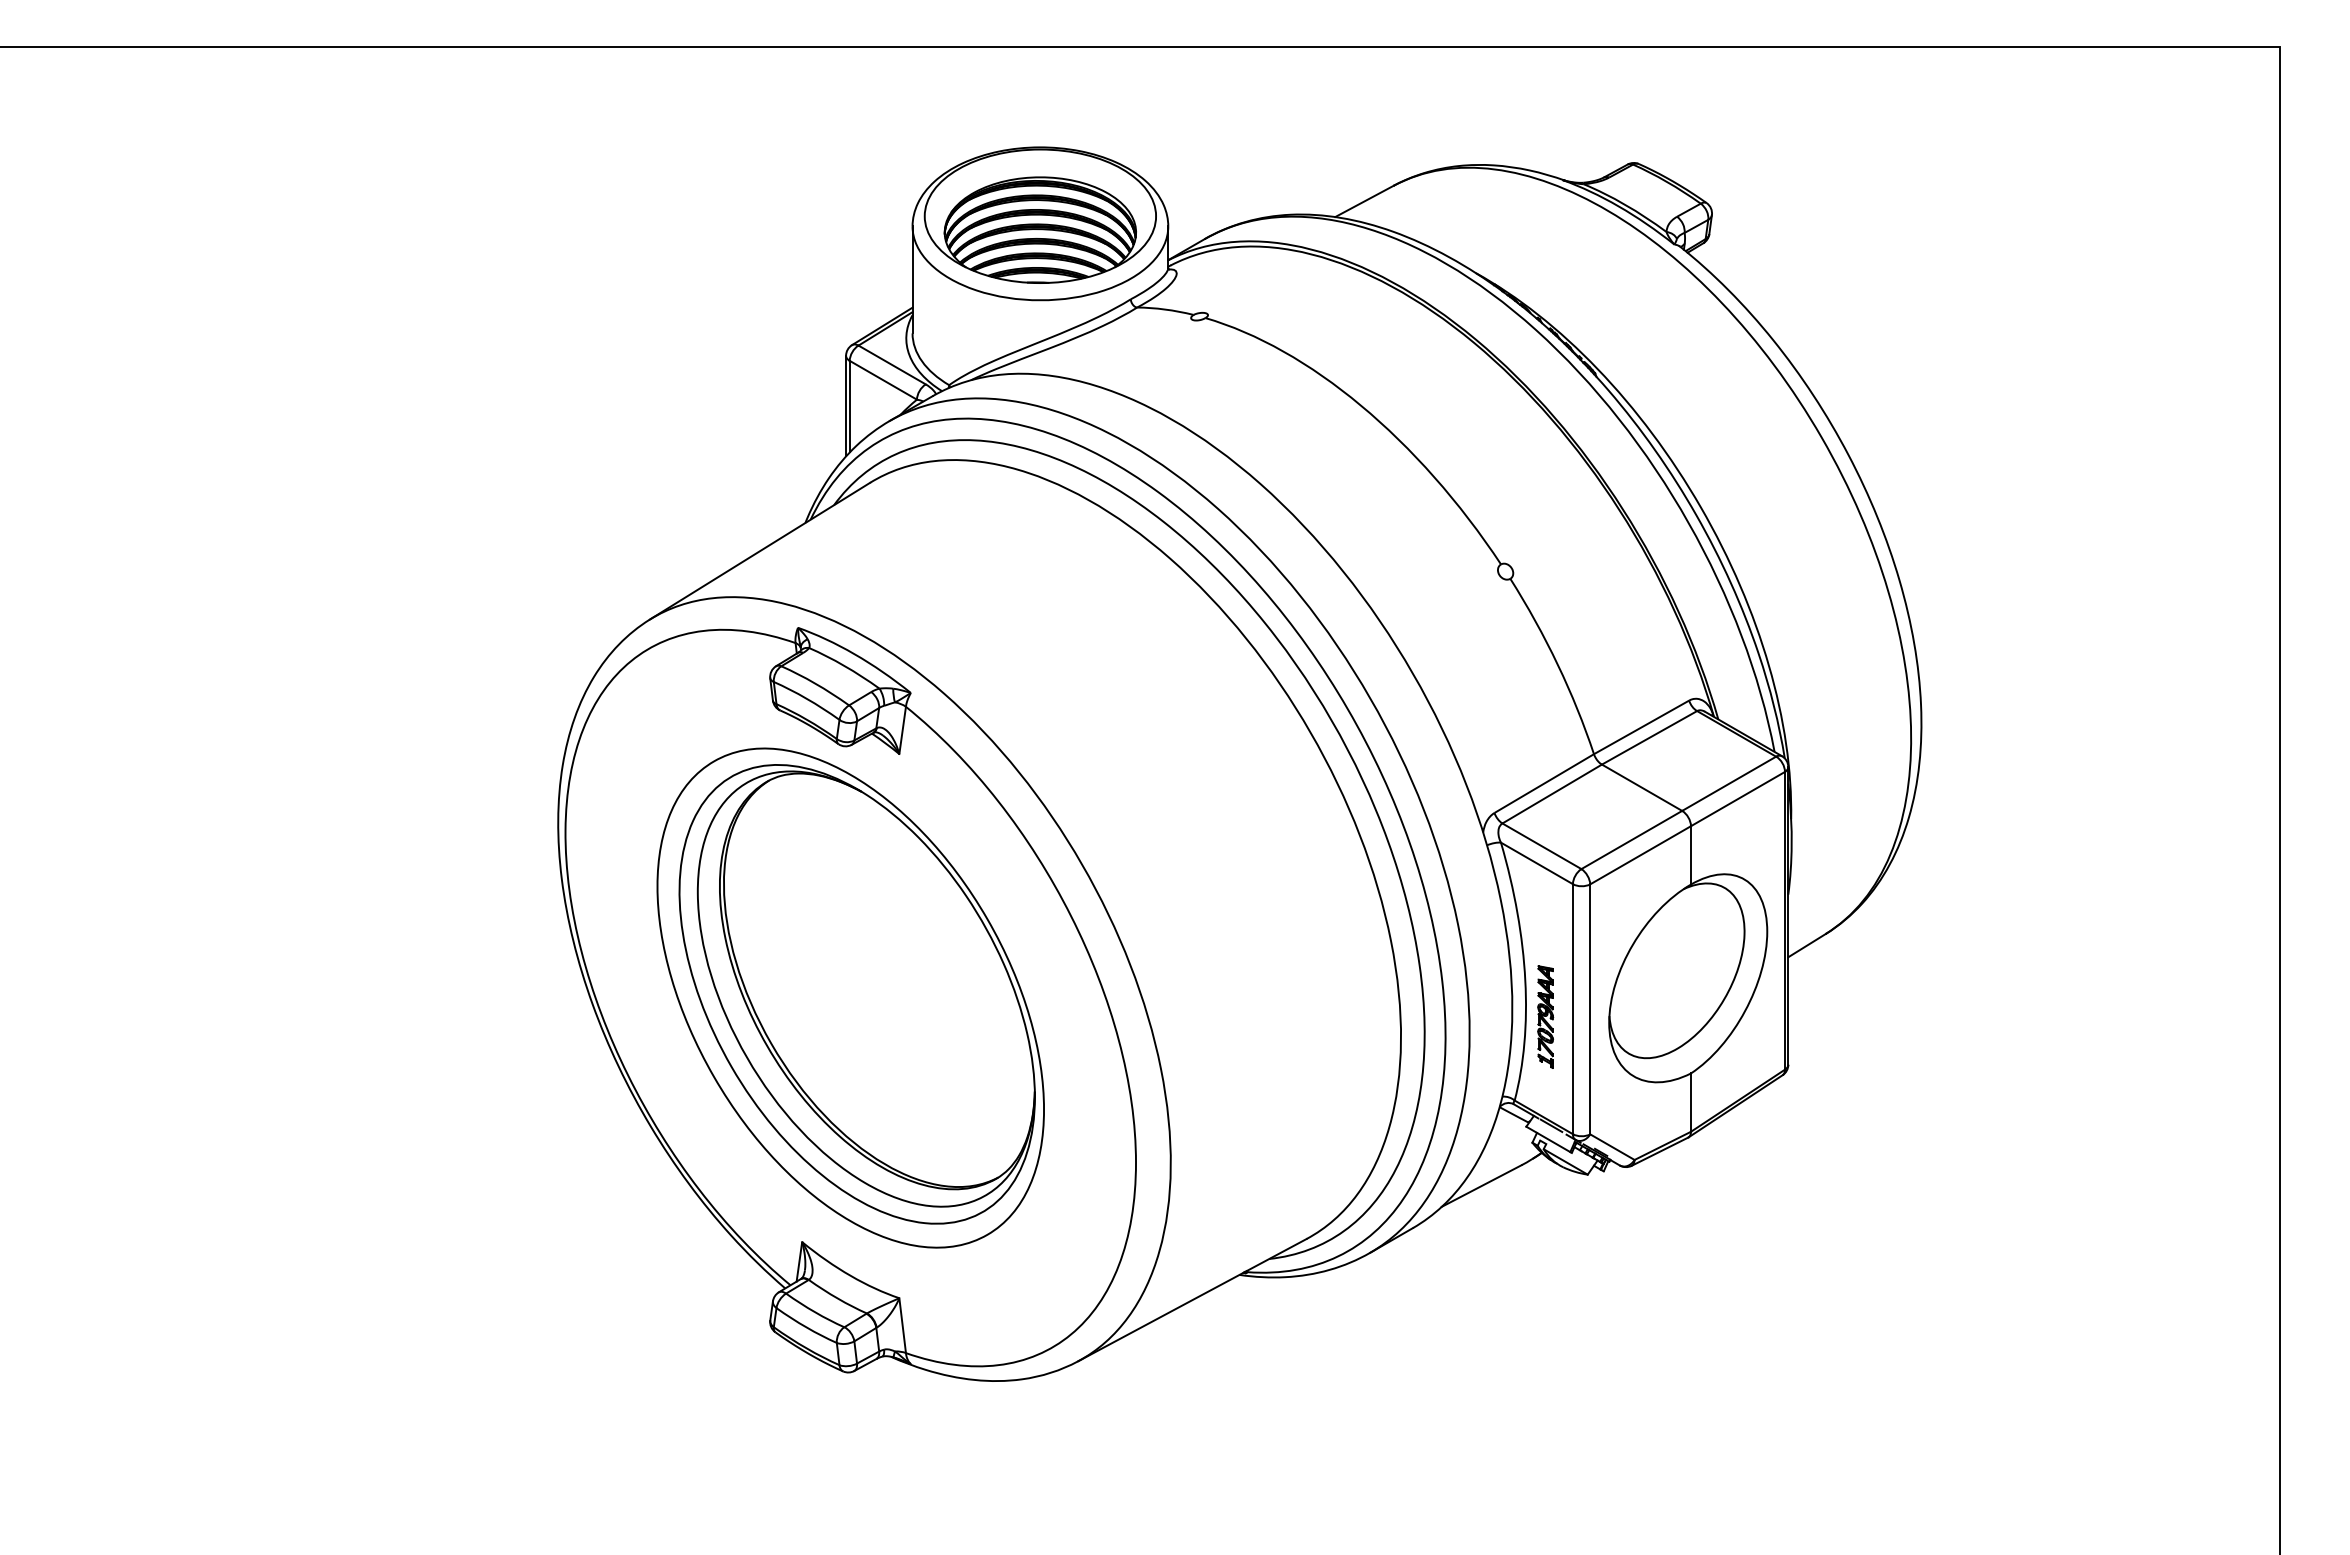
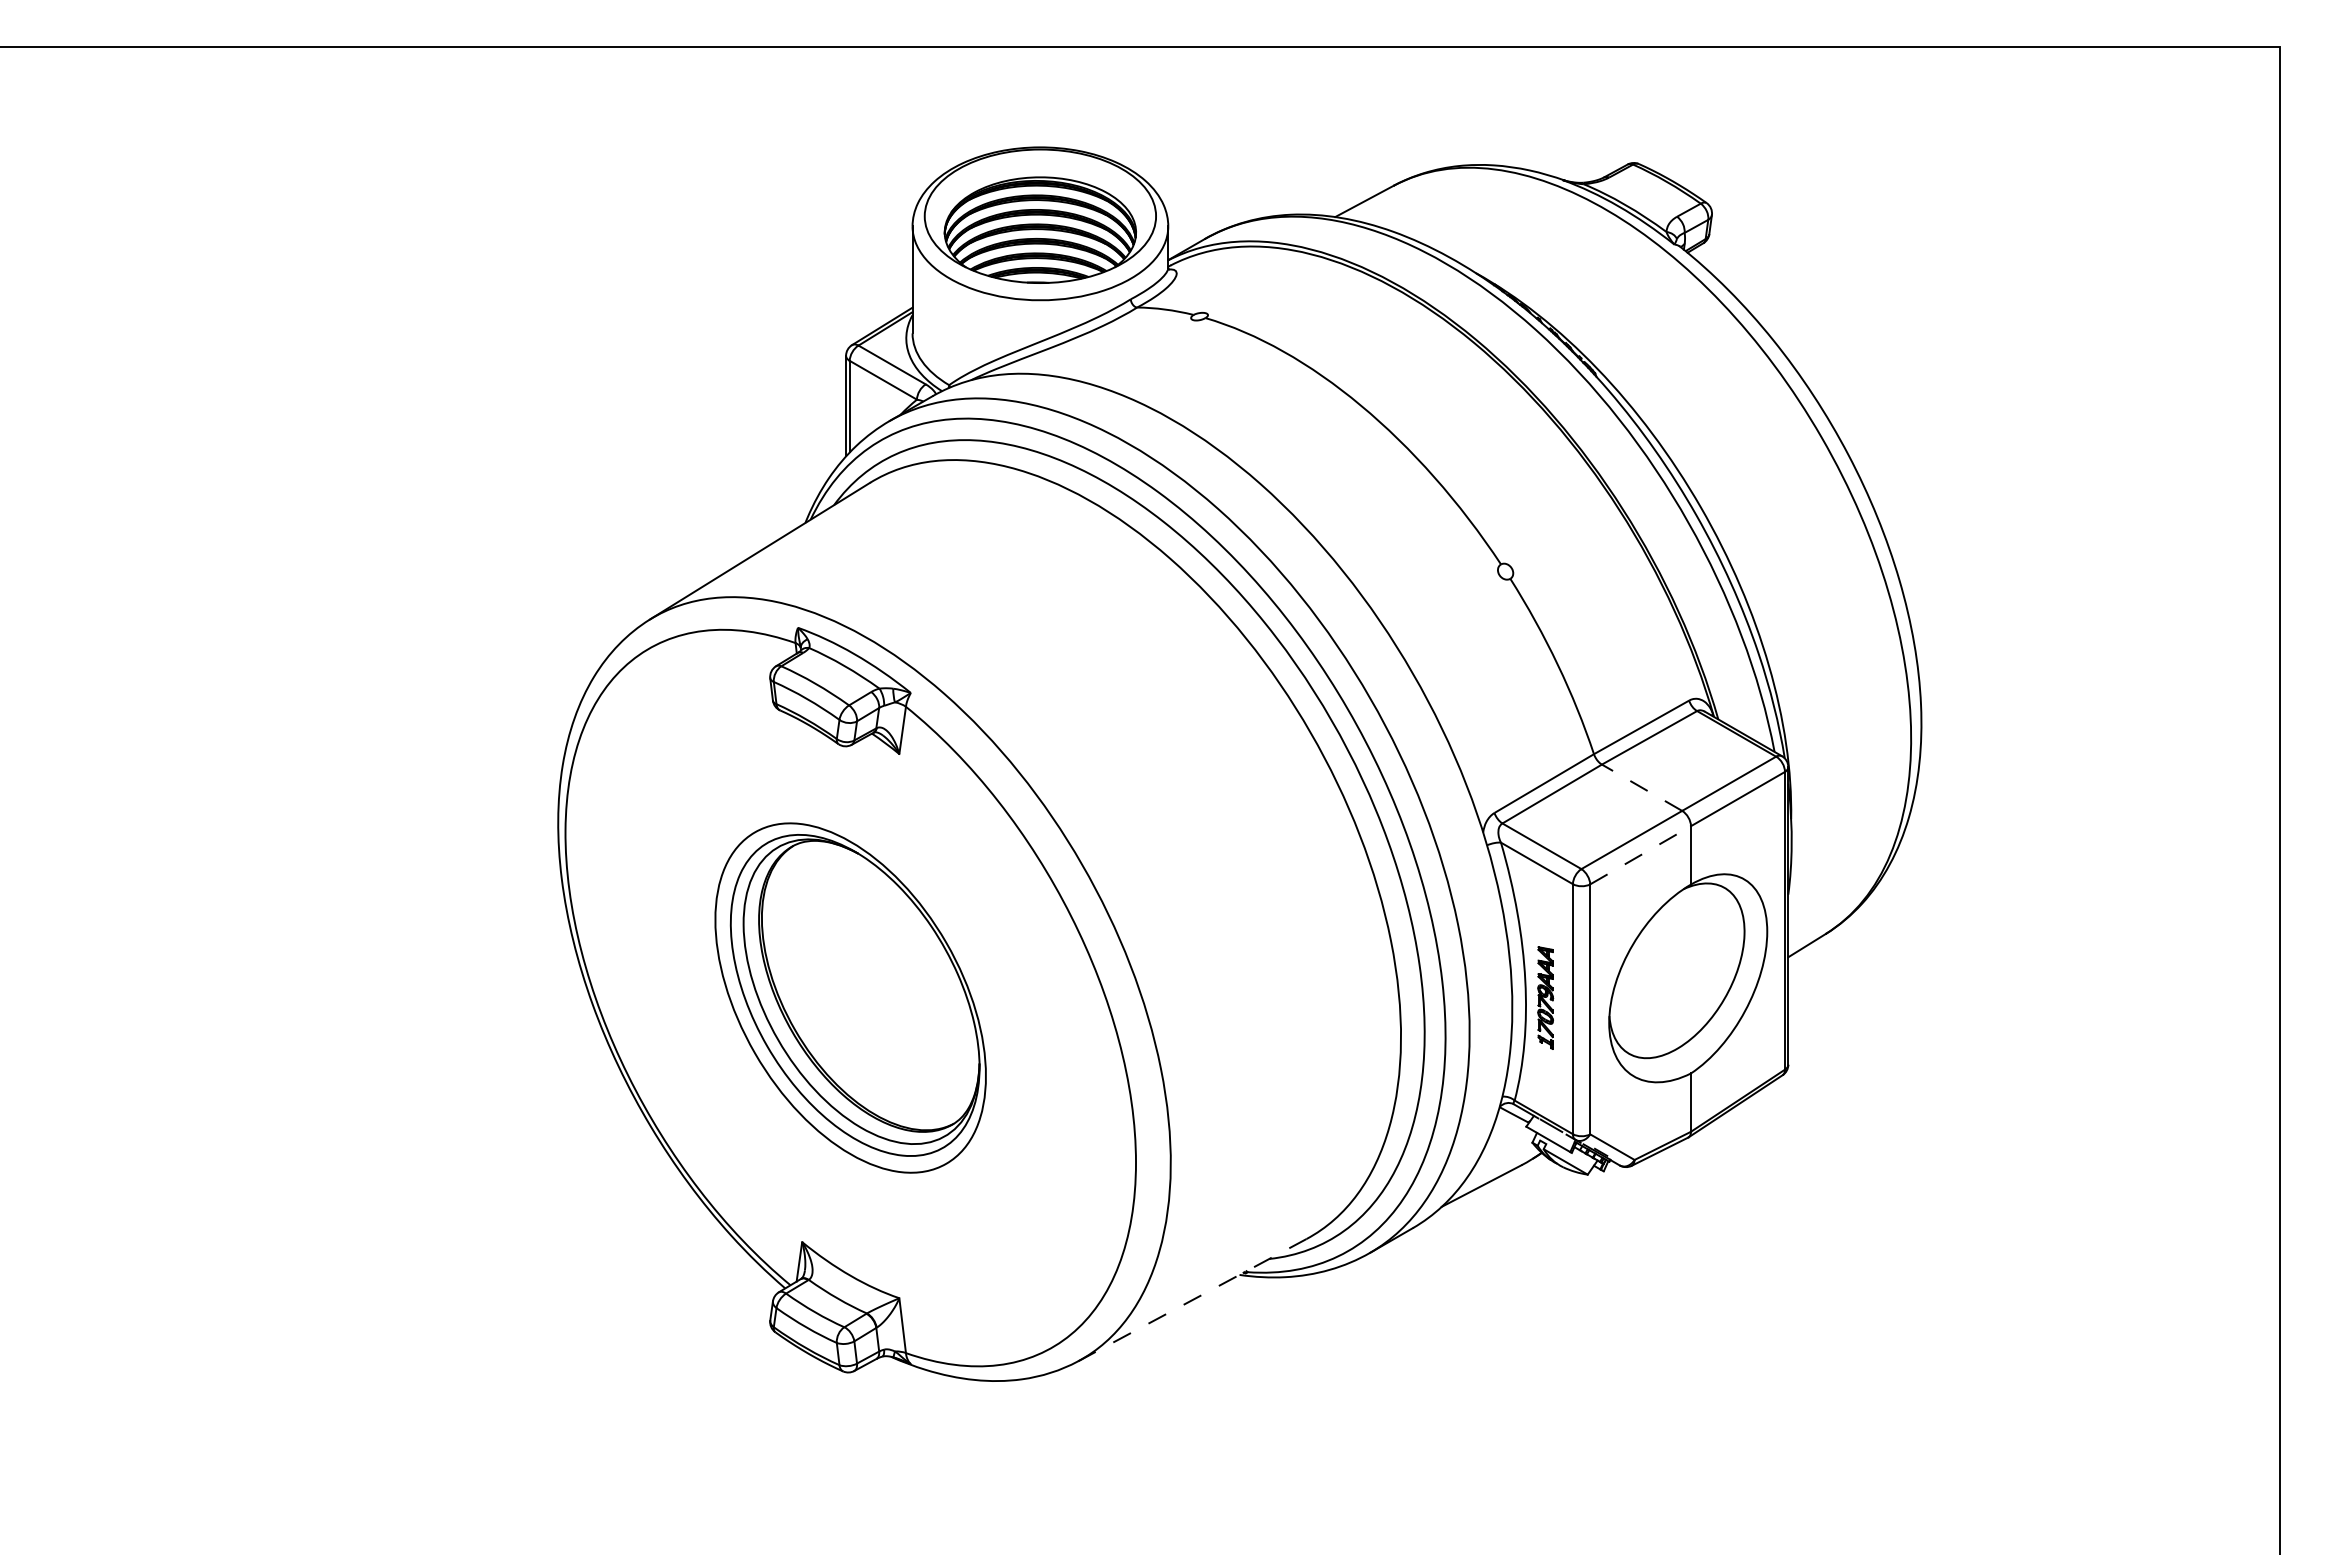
line at (1641, 787): solid -> dashed
line at (1641, 855): solid -> dashed
part at (850, 997) size: 389x502 px -> 273x352 px
part at (1545, 1016) position: (1545, 1016) -> (1545, 997)
line at (1192, 1300): solid -> dashed
